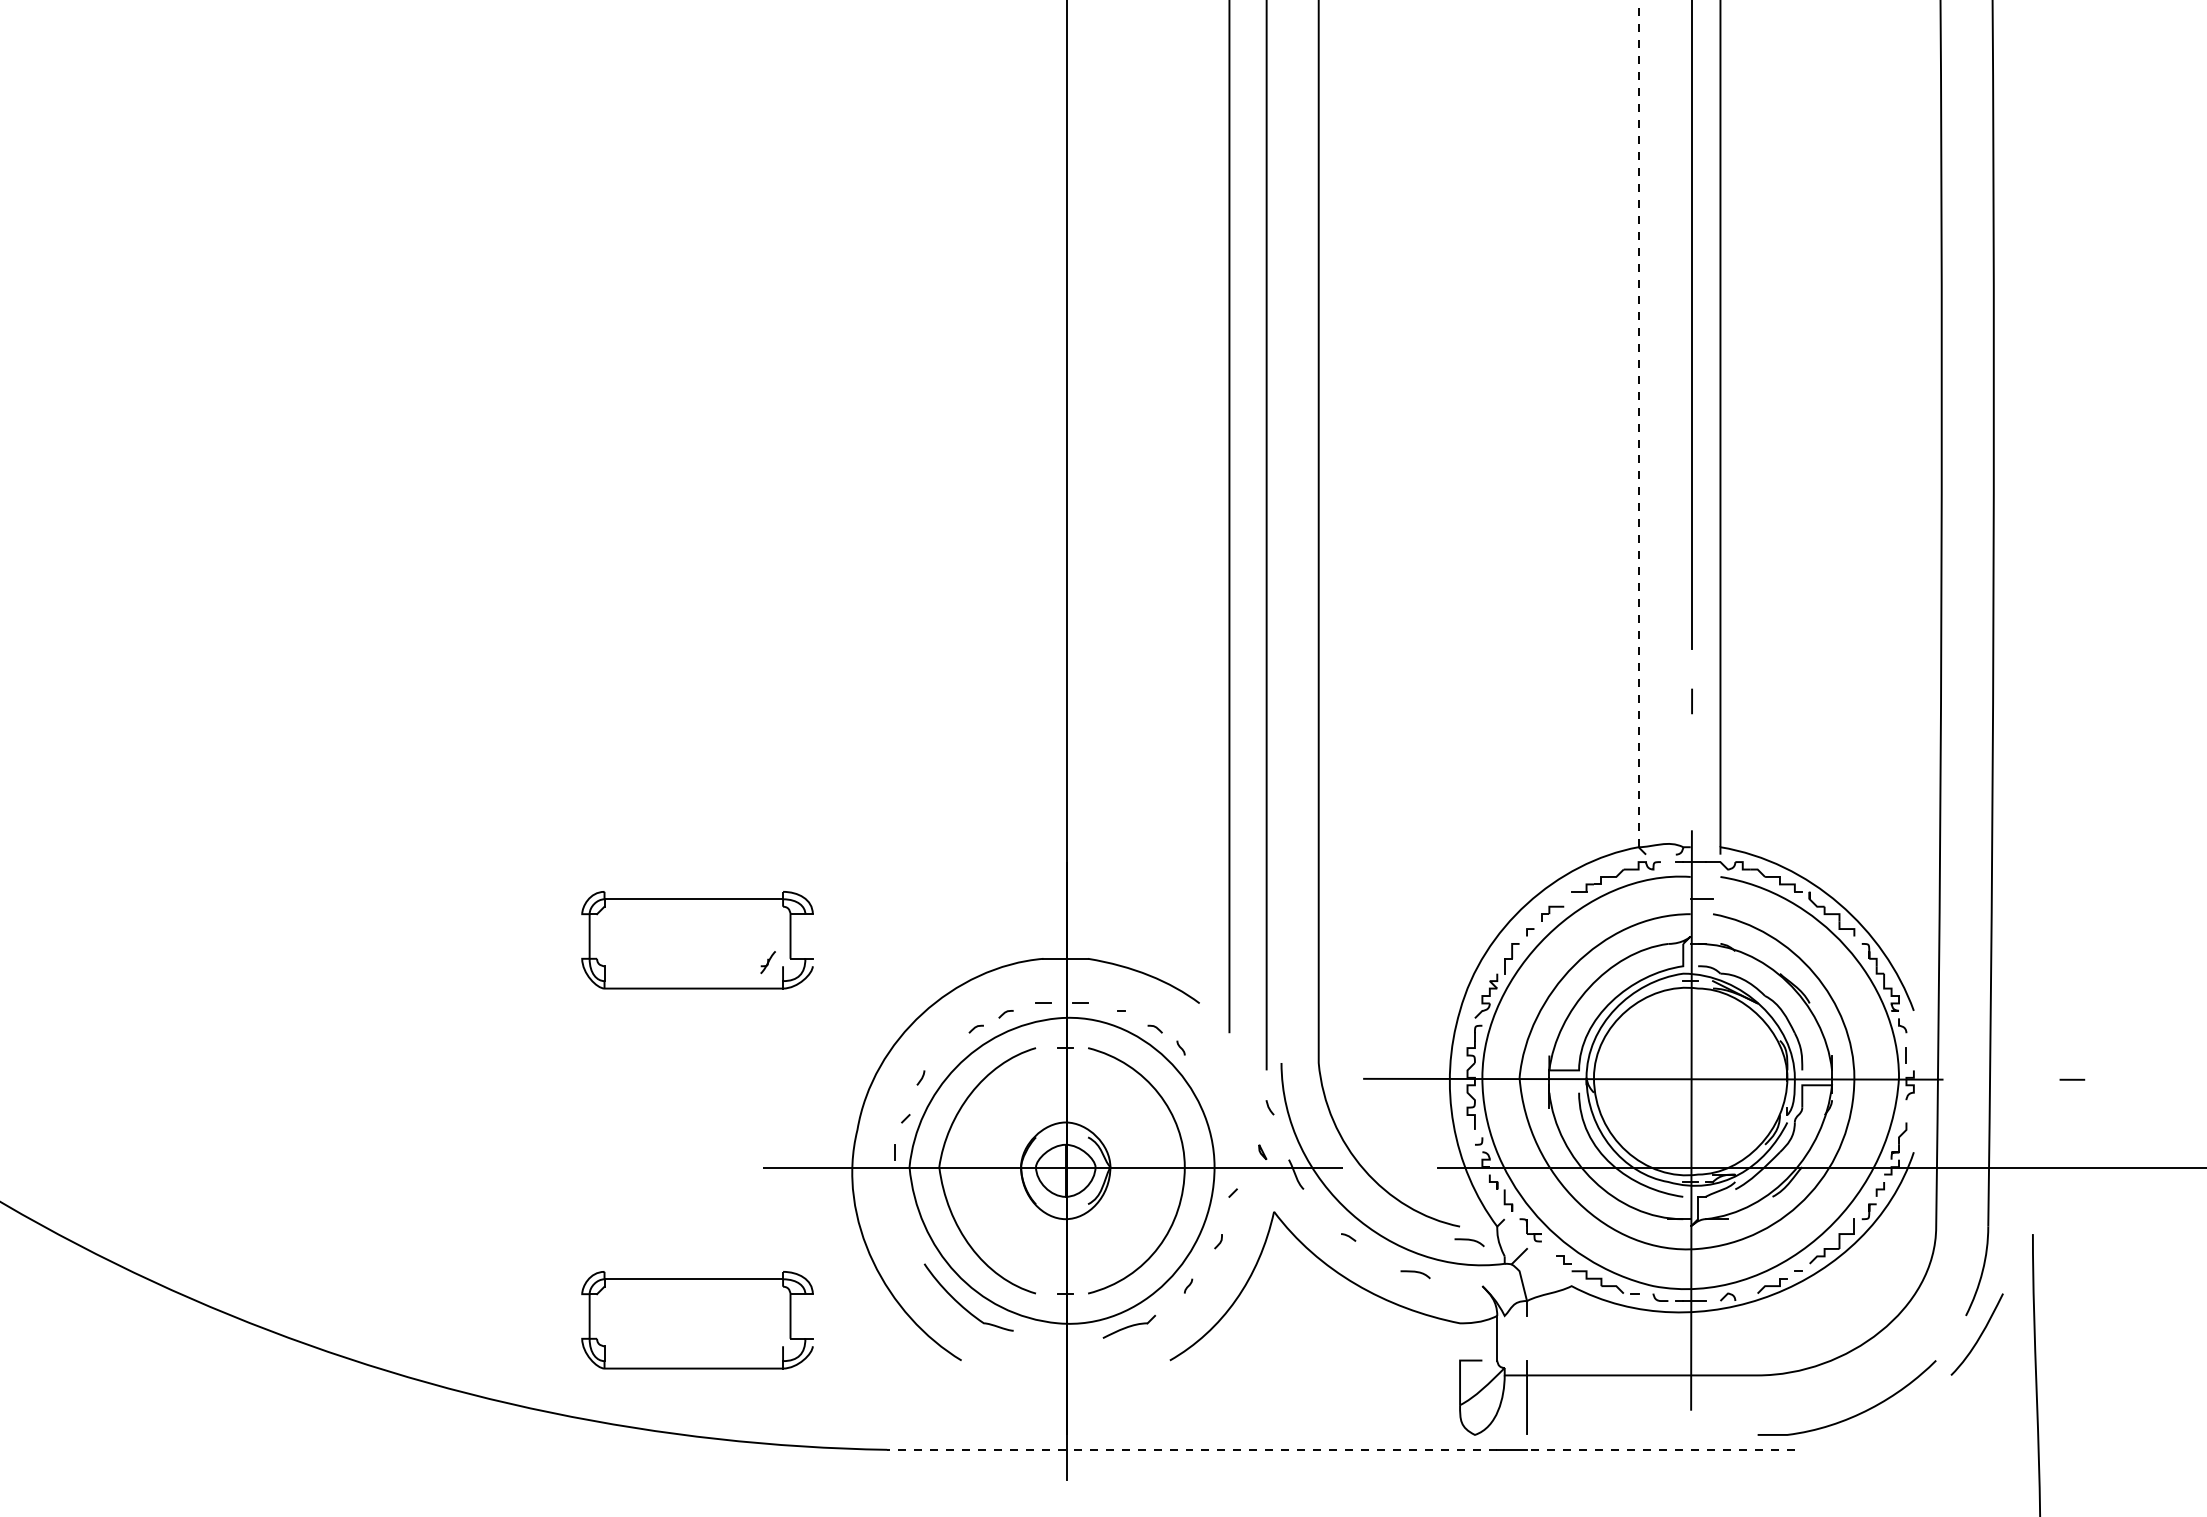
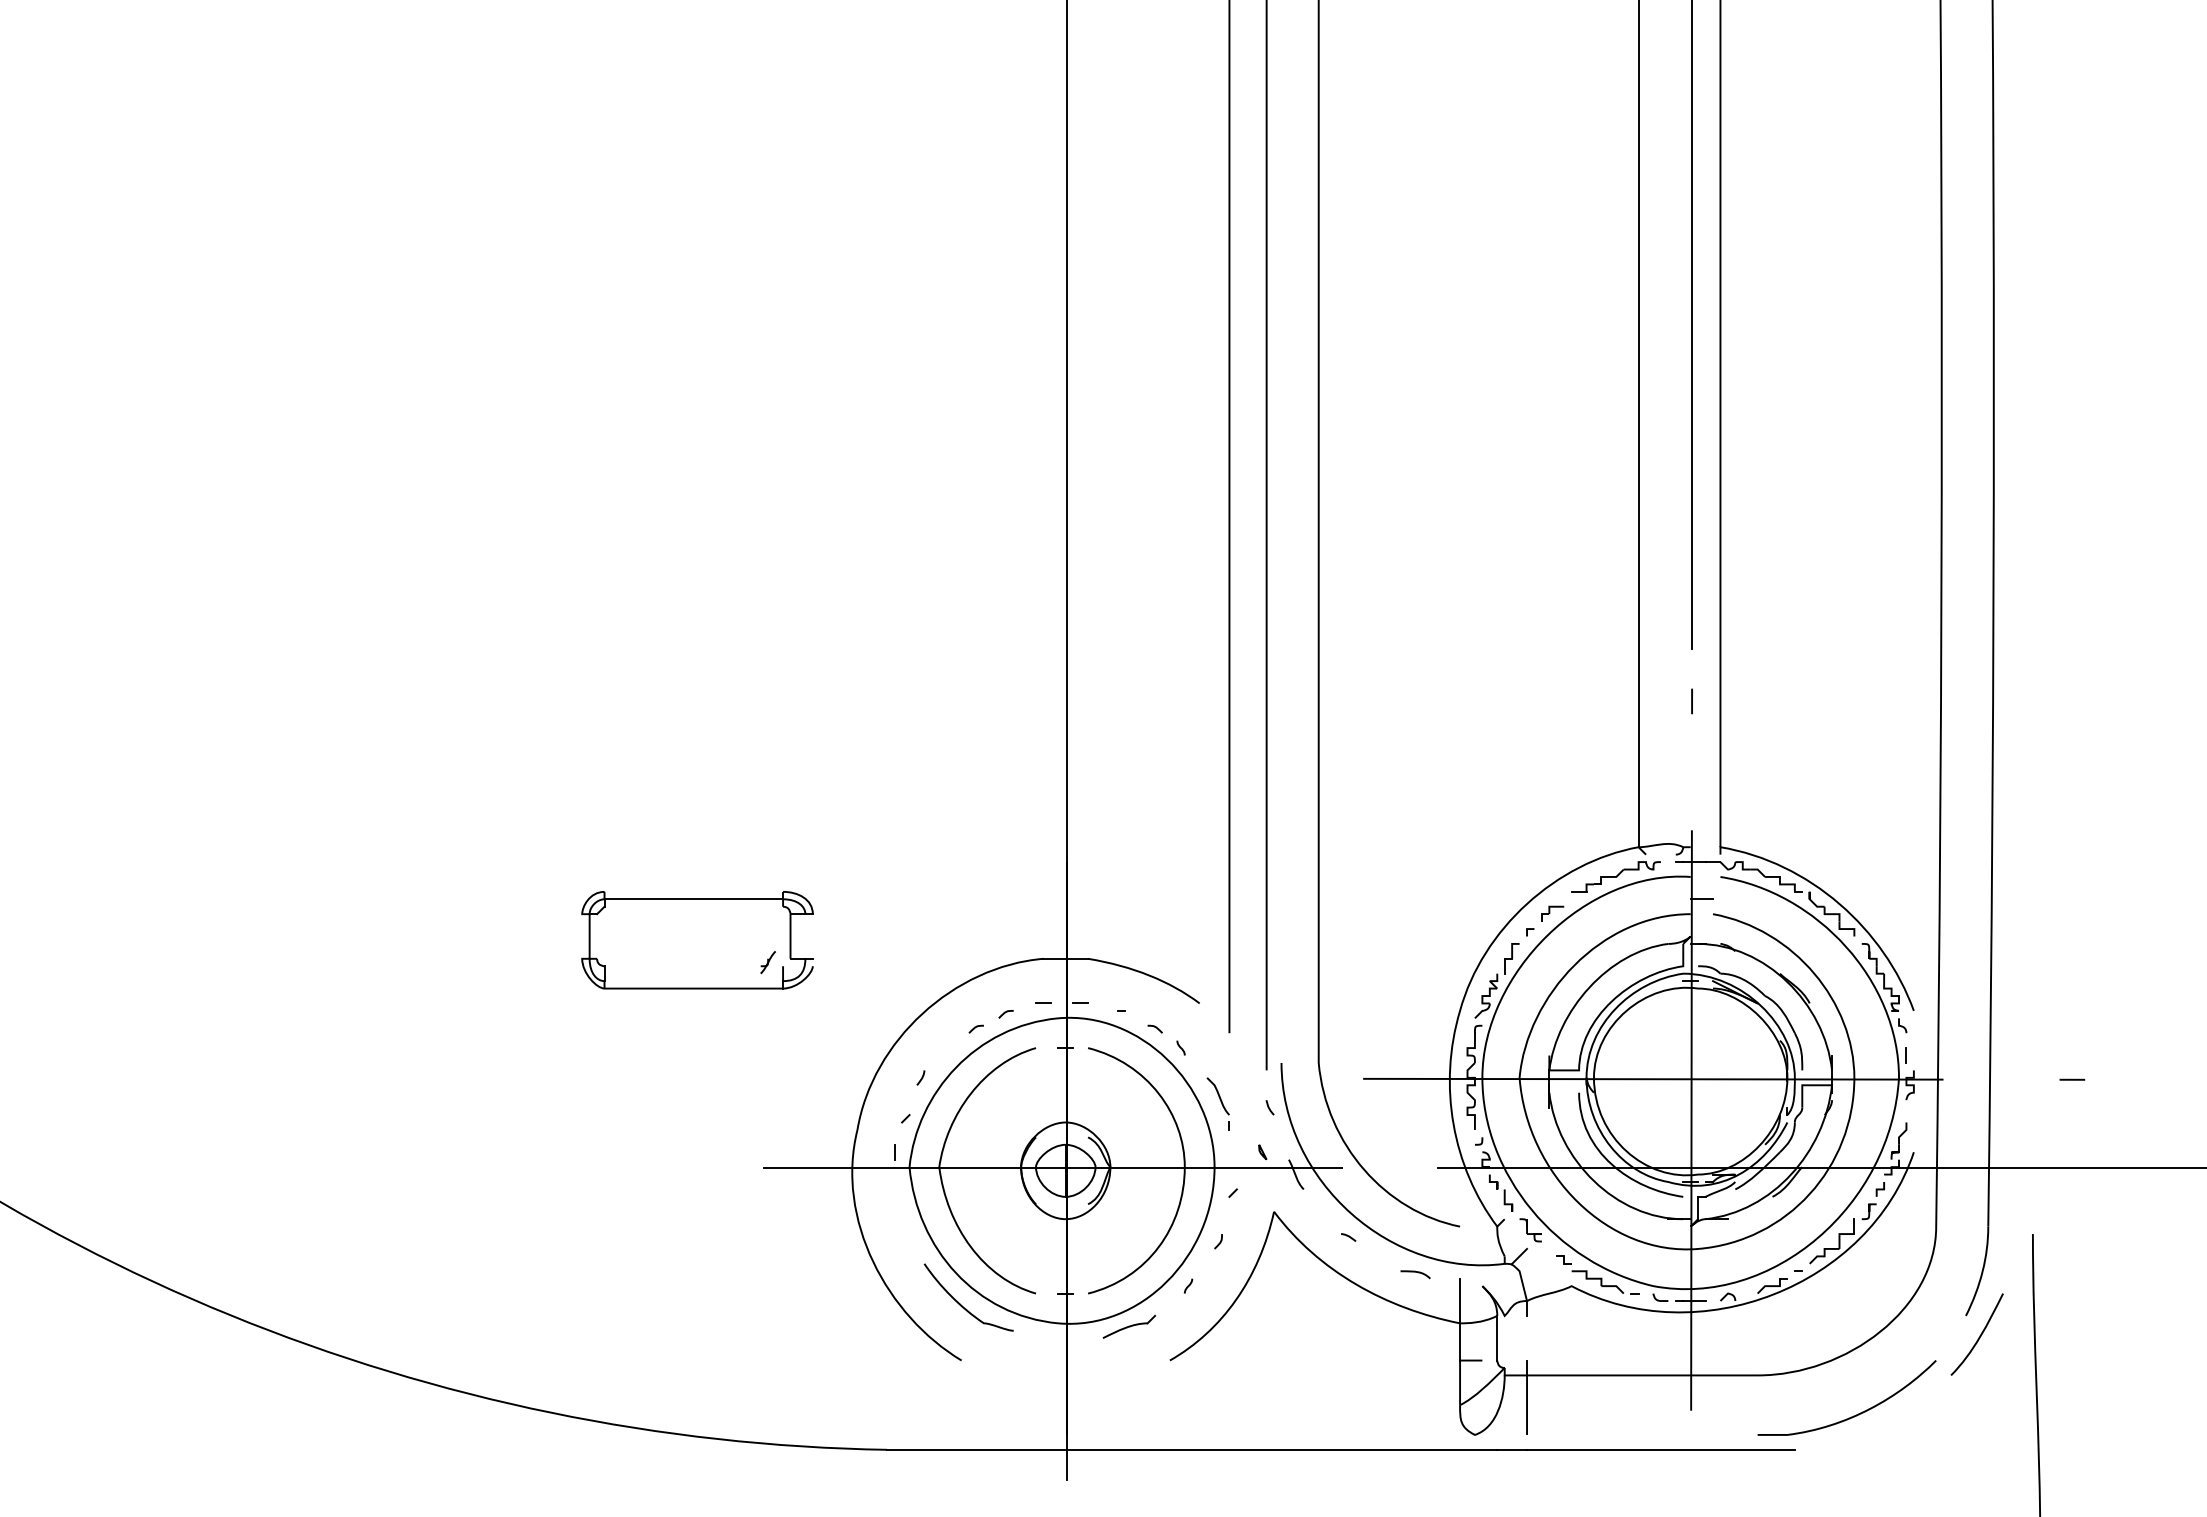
line at (1638, 423): dashed -> solid
part at (1217, 1103): none -> present
curve at (1469, 1240): present -> none
line at (1460, 1319): none -> present
part at (697, 1320): present -> none
line at (1191, 1449): dashed -> solid
line at (1660, 1449): dashed -> solid
